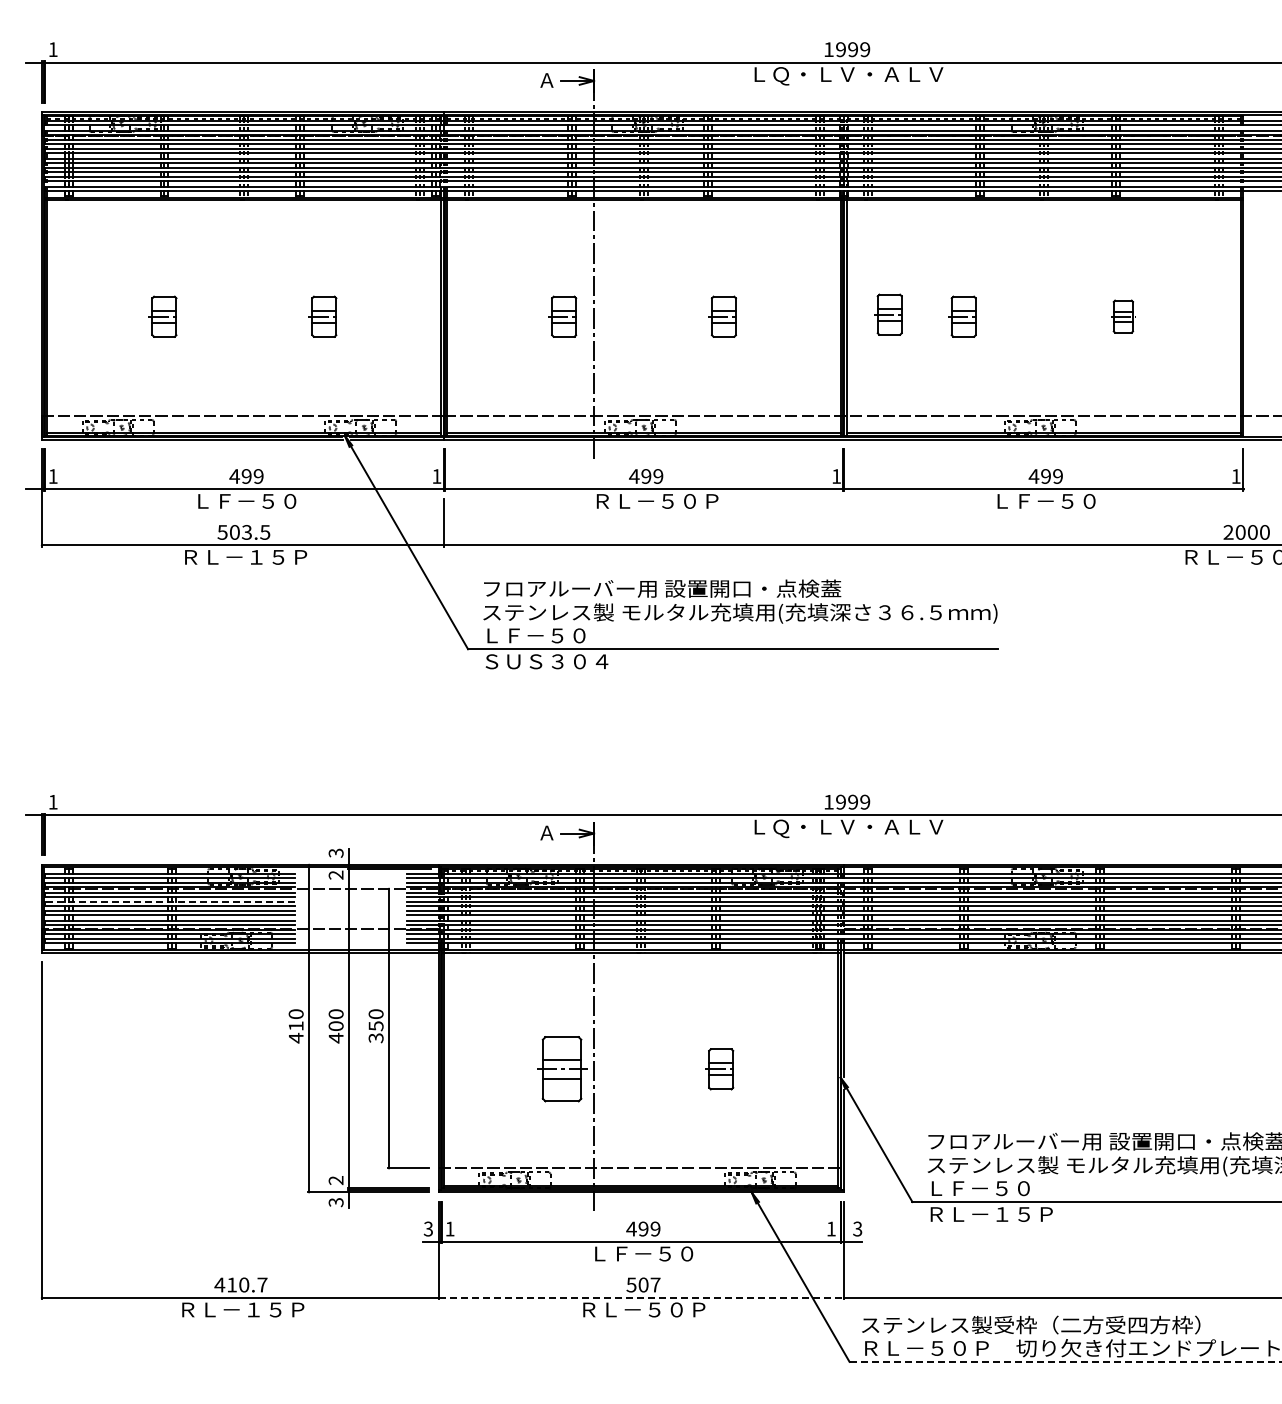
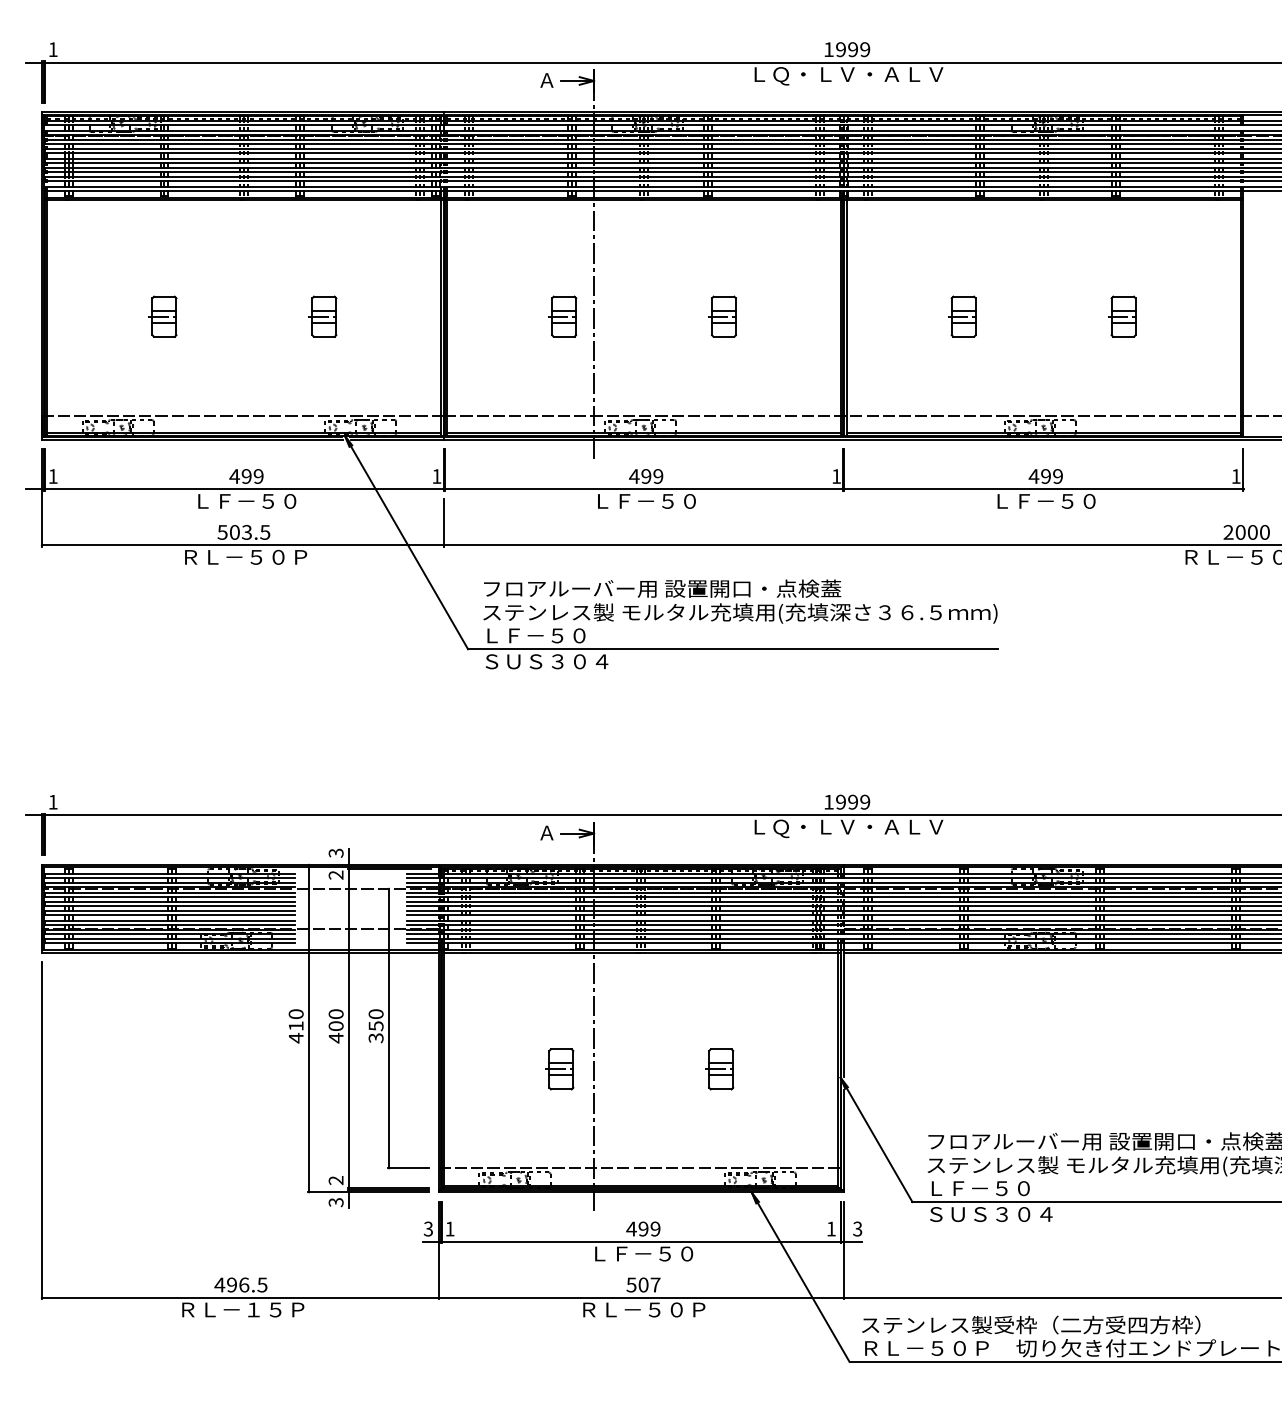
part at (888, 314): present -> none
part at (1123, 316) size: 25x35 px -> 29x43 px
text at (657, 501): ＲＬ－５０Ｐ -> ＬＦ－５０
text at (267, 556): ＲＬ－１５Ｐ -> ＲＬ－５０Ｐ
line at (169, 901): dashed -> solid
part at (562, 1069) size: 51x67 px -> 30x43 px
text at (991, 1214): ＲＬ－１５Ｐ -> ＳＵＳ３０４
text at (247, 1284): 410.7 -> 496.5
line at (641, 1297): dashed -> solid
line at (1066, 1361): dashed -> solid
